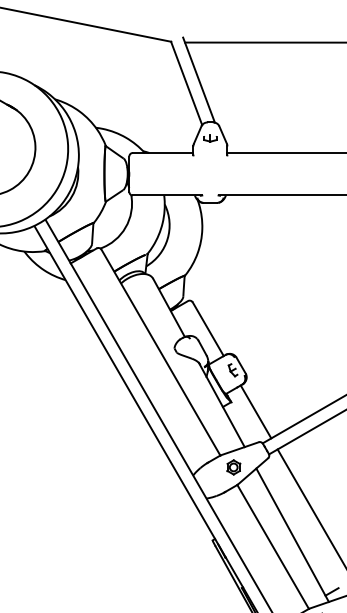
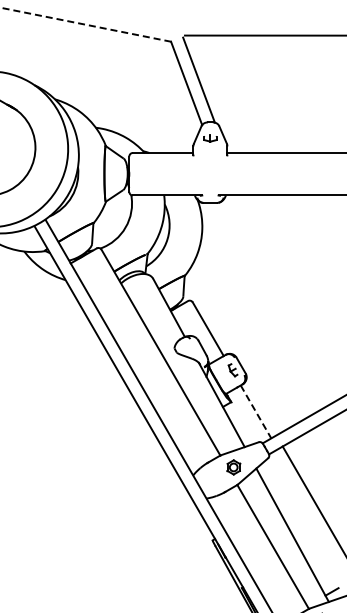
line at (85, 24): solid -> dashed
line at (264, 42) position: (264, 42) -> (264, 35)
line at (256, 411): solid -> dashed
line at (310, 506) position: (310, 506) -> (312, 499)
